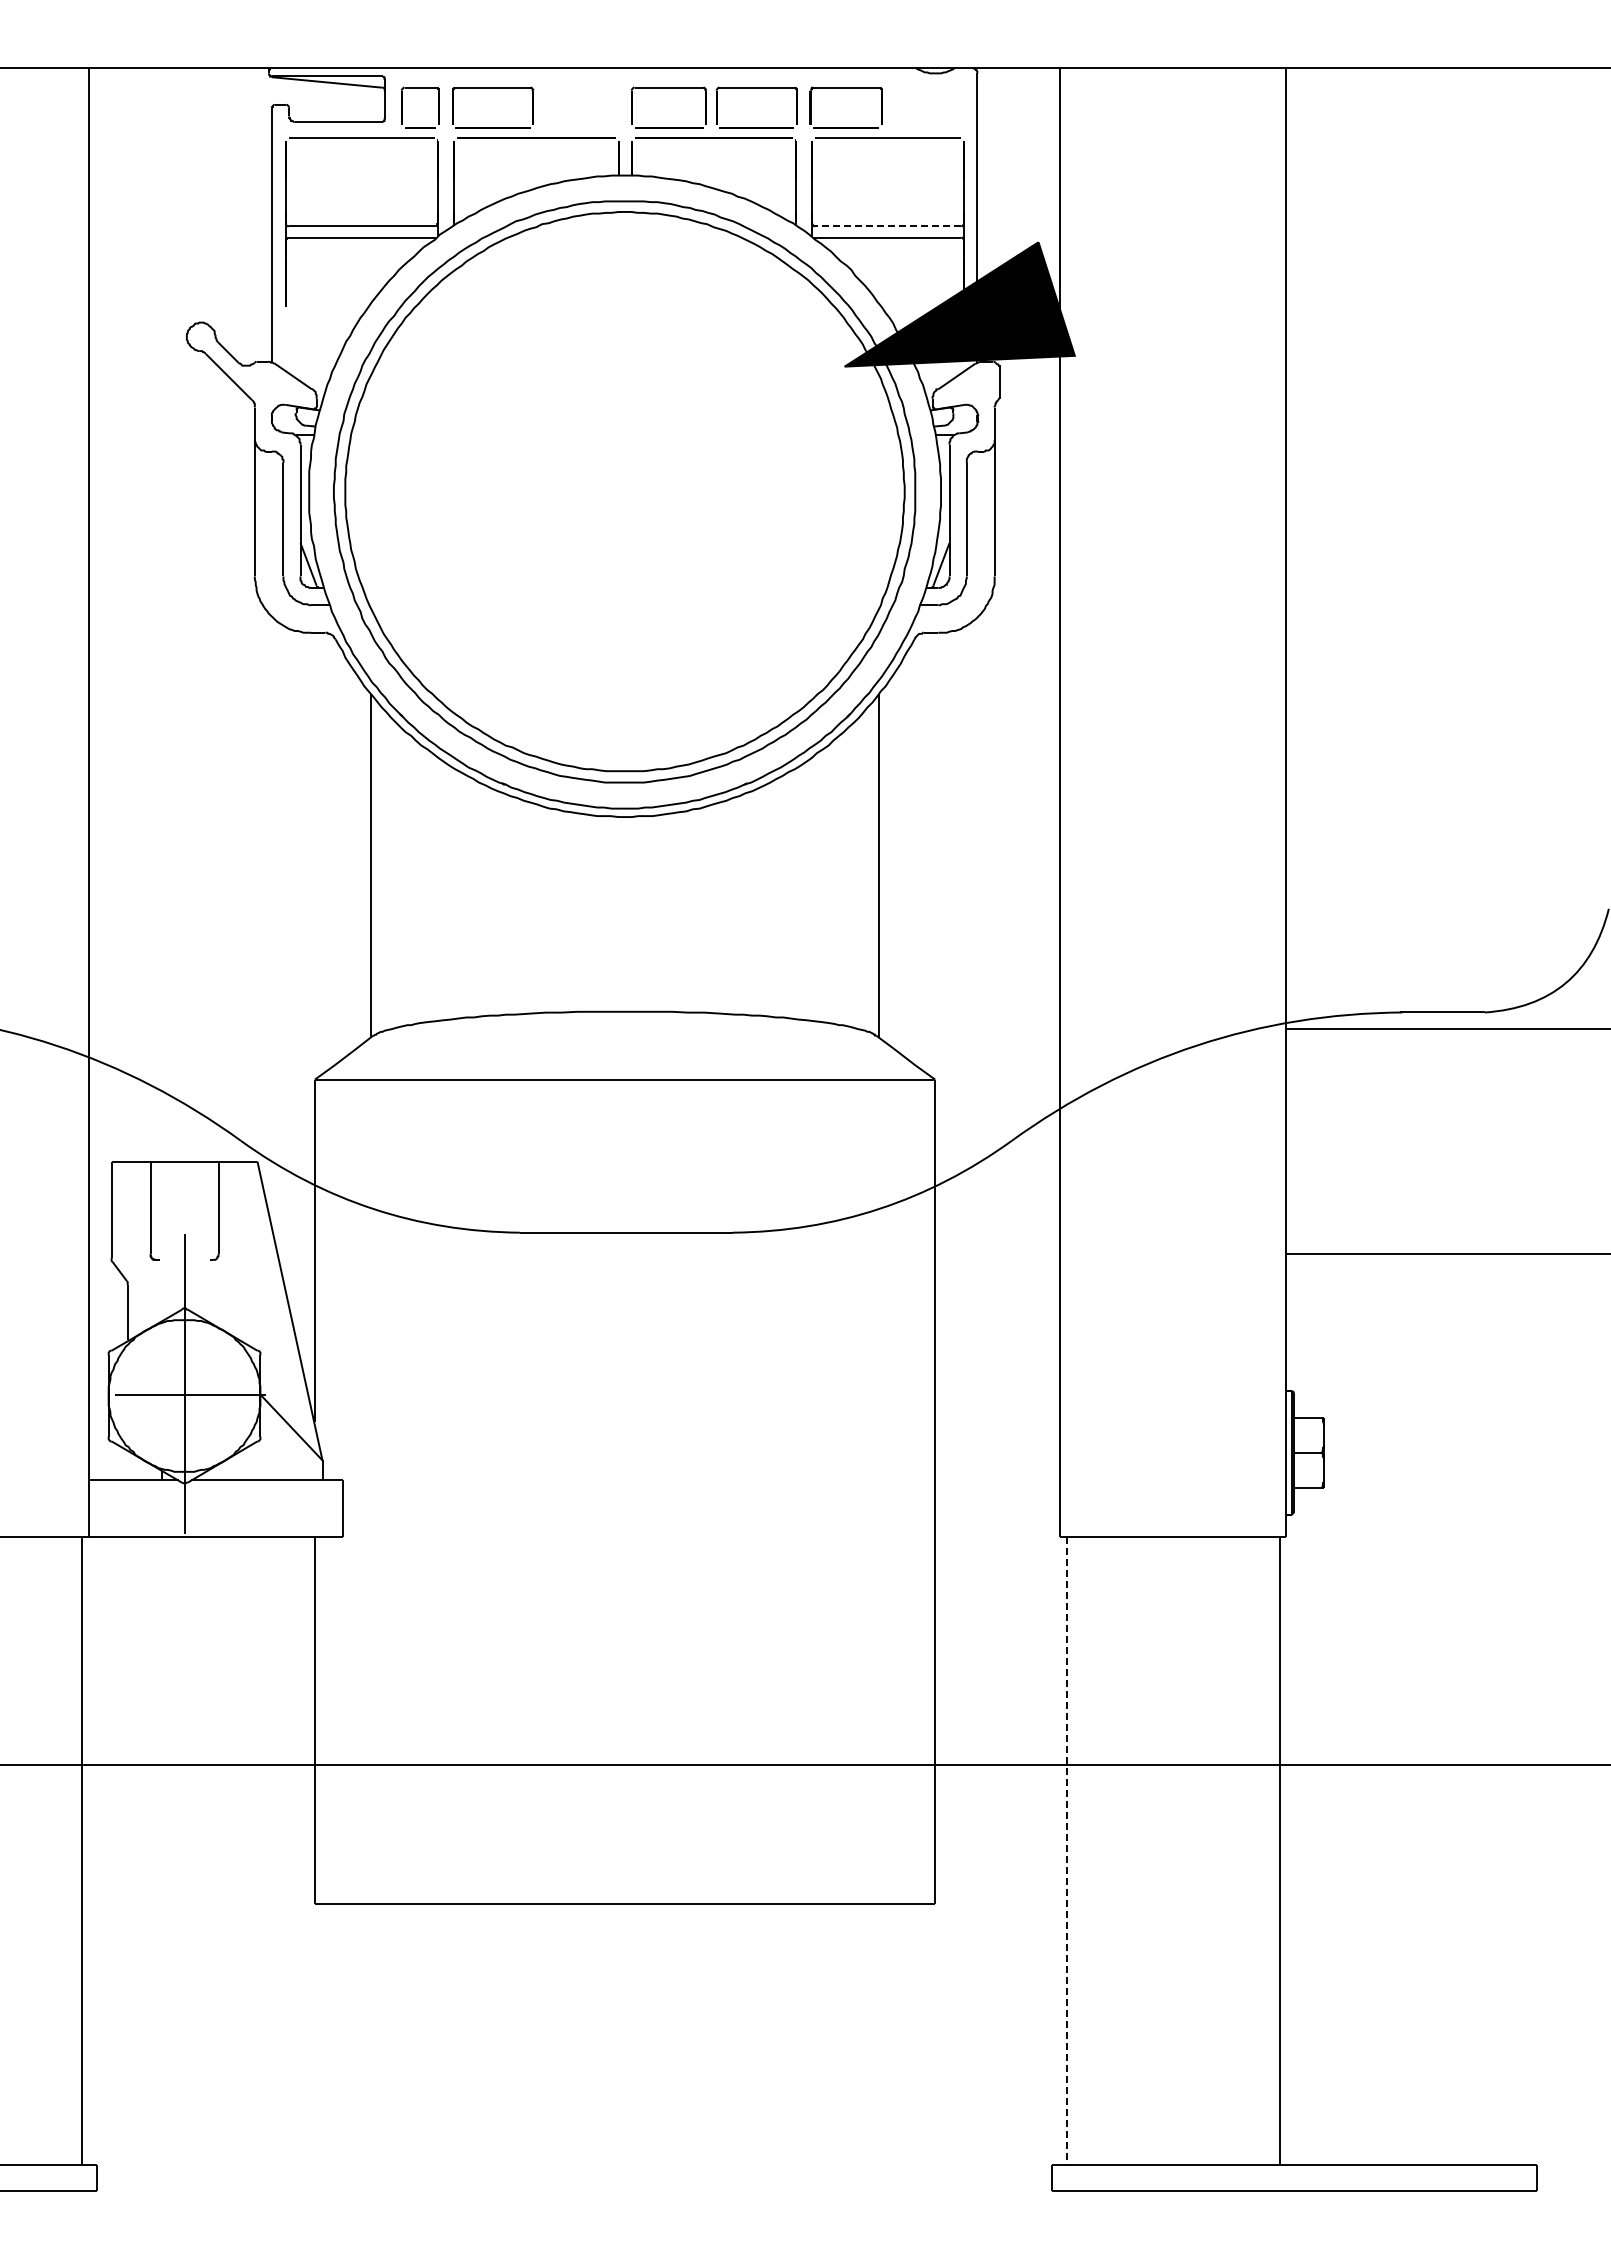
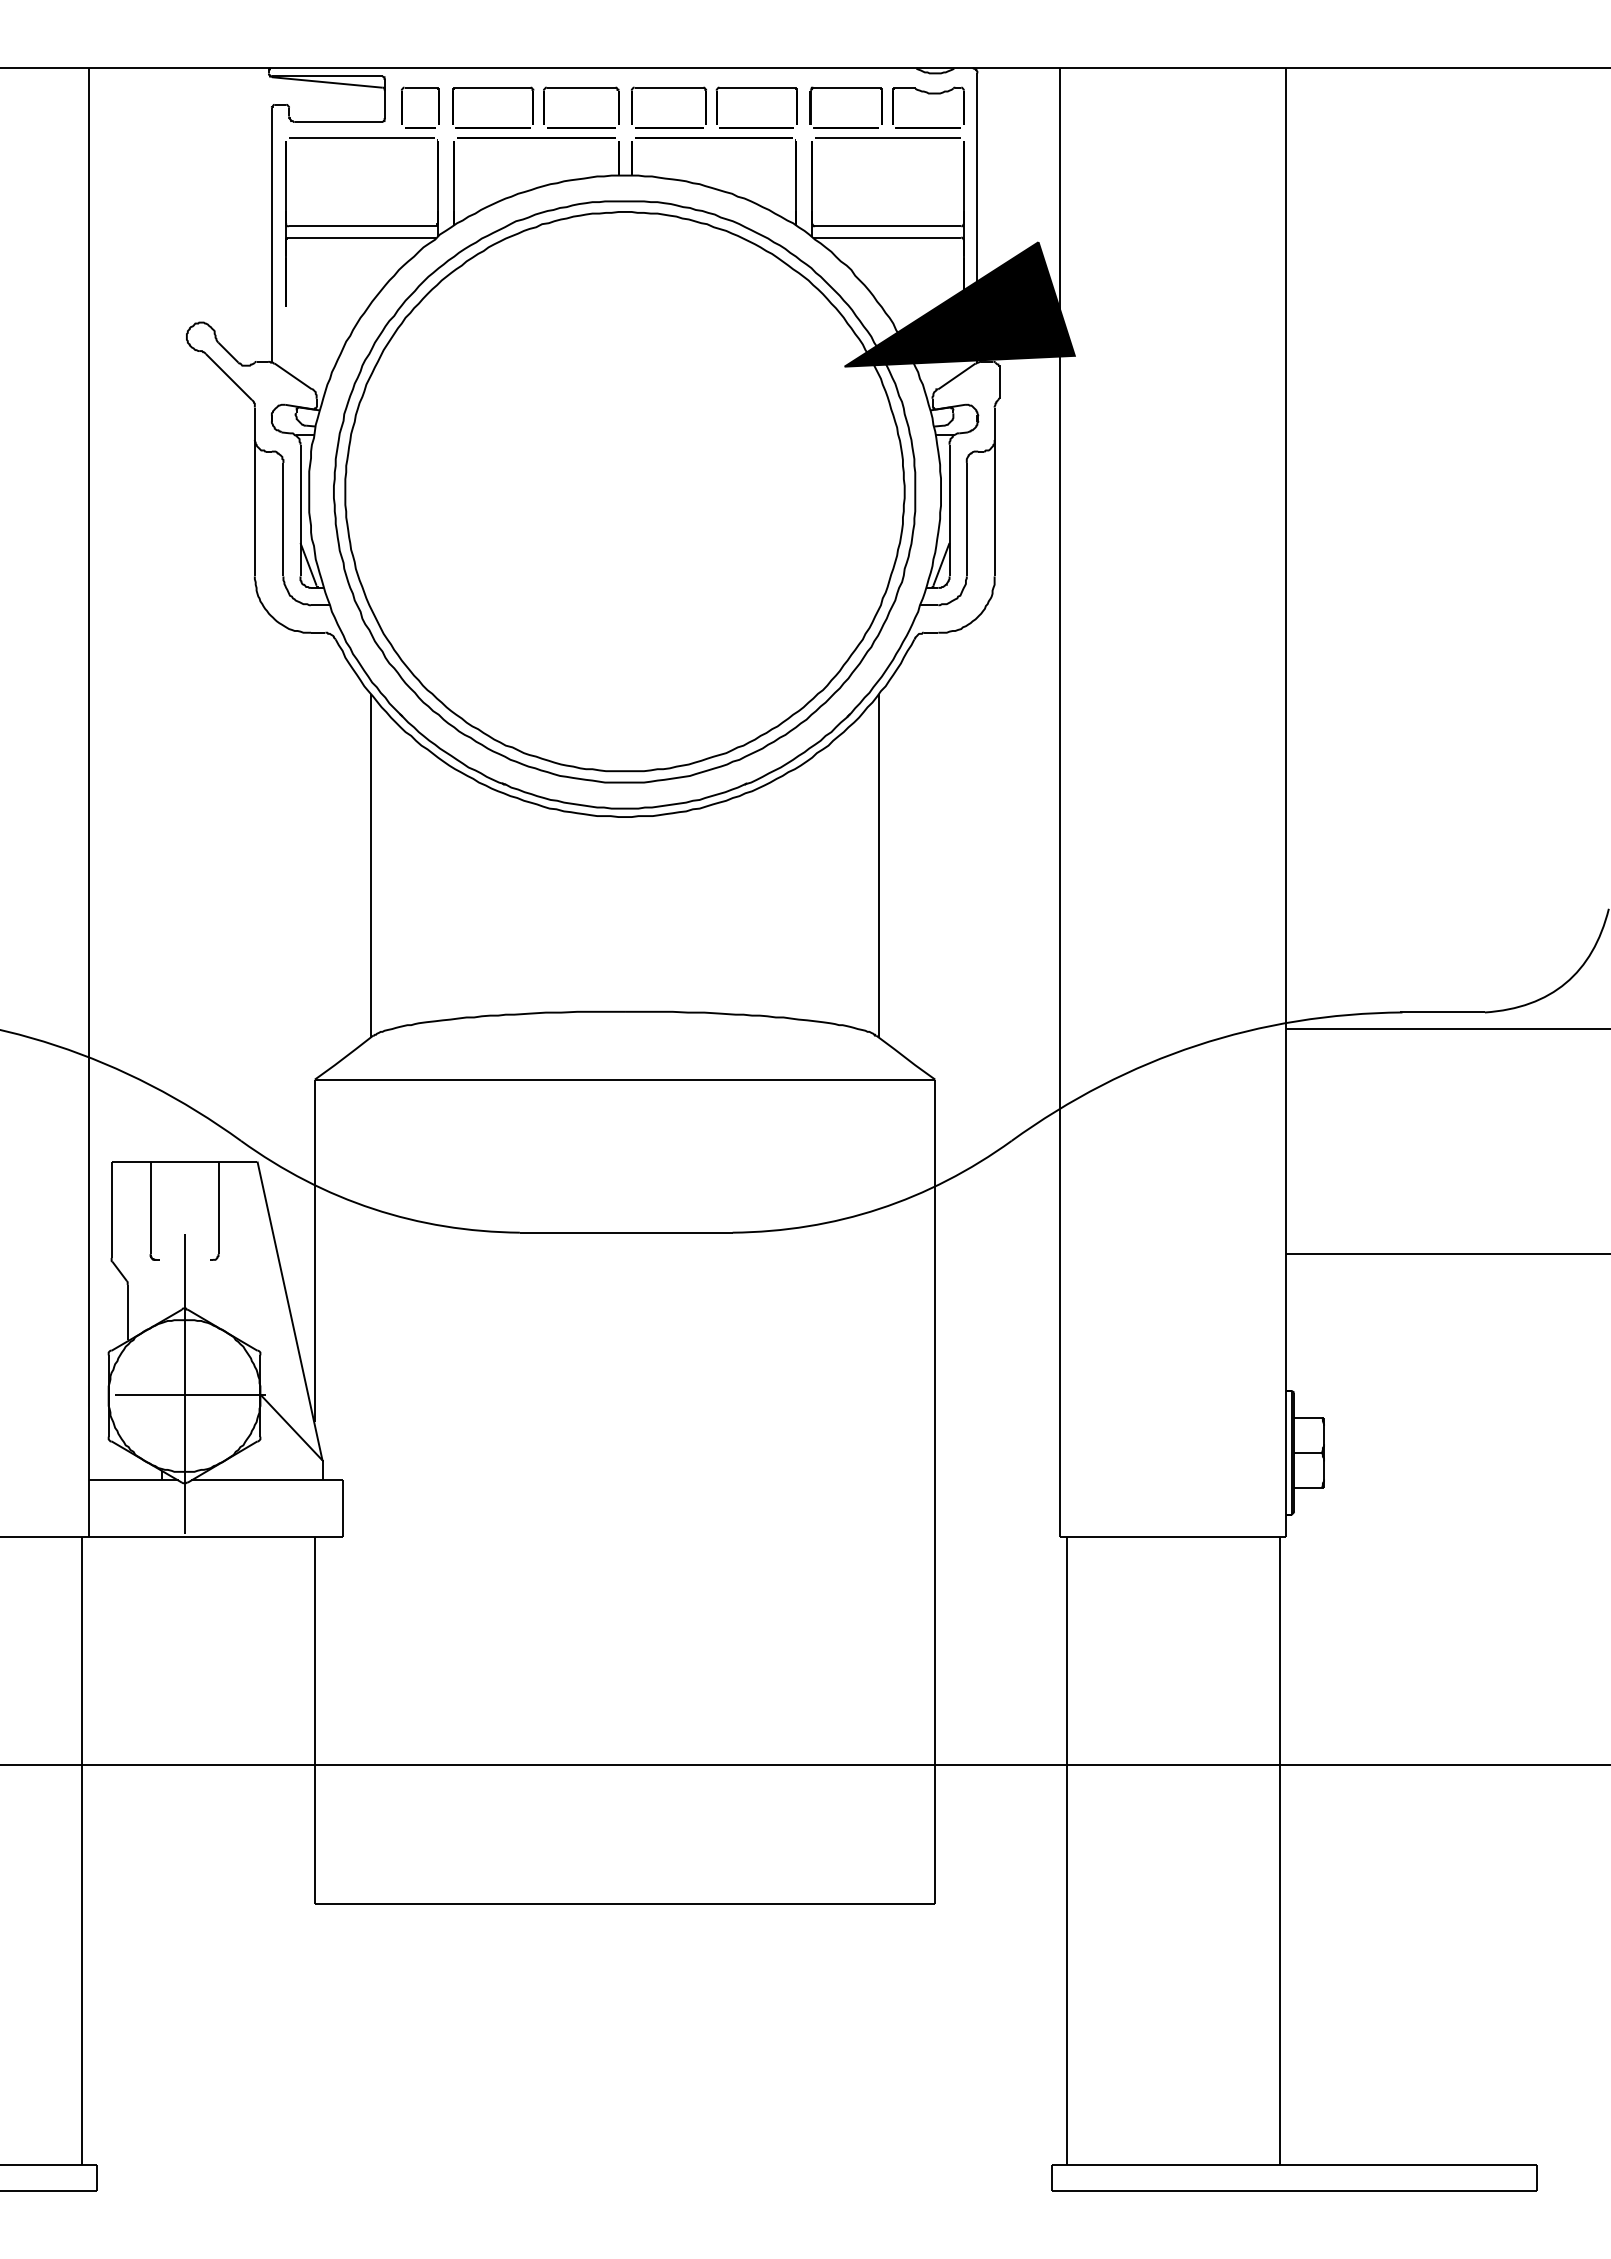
part at (581, 88): none -> present
part at (928, 94): none -> present
line at (887, 226): dashed -> solid
line at (1067, 1850): dashed -> solid
